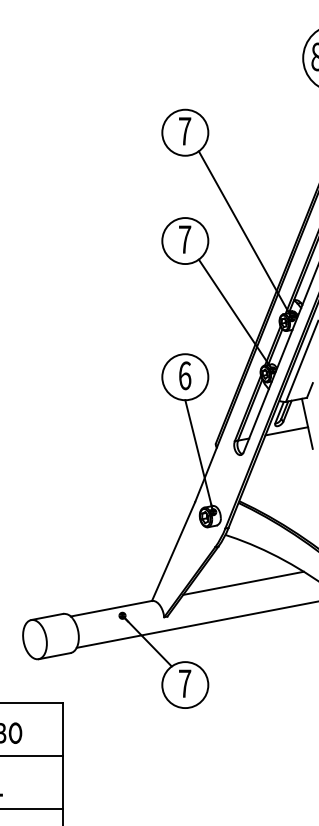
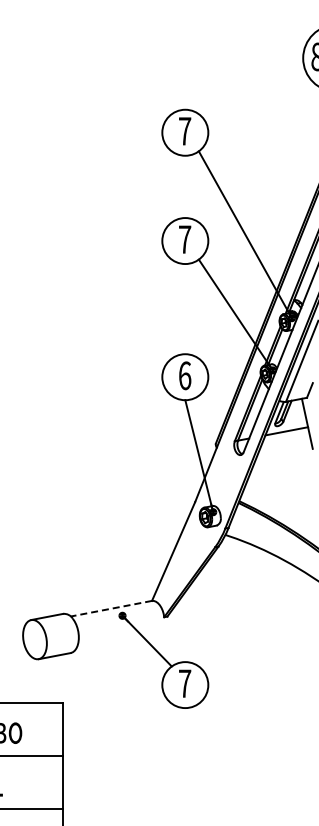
line at (243, 582): present -> none
line at (110, 608): solid -> dashed
line at (195, 624): present -> none
